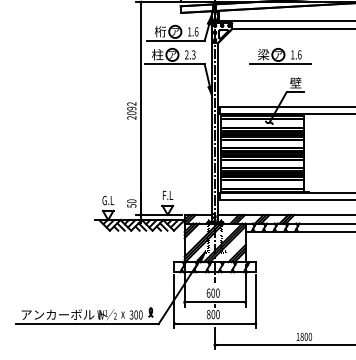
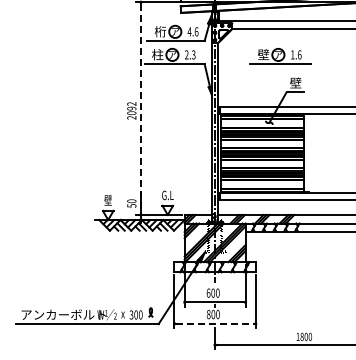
text at (189, 31): 1.6 -> 4.6
text at (263, 54): 梁 -> 壁
line at (140, 108): solid -> dashed
text at (167, 195): F.L -> G.L
text at (108, 200): G.L -> 壁
line at (215, 323): solid -> dashed
